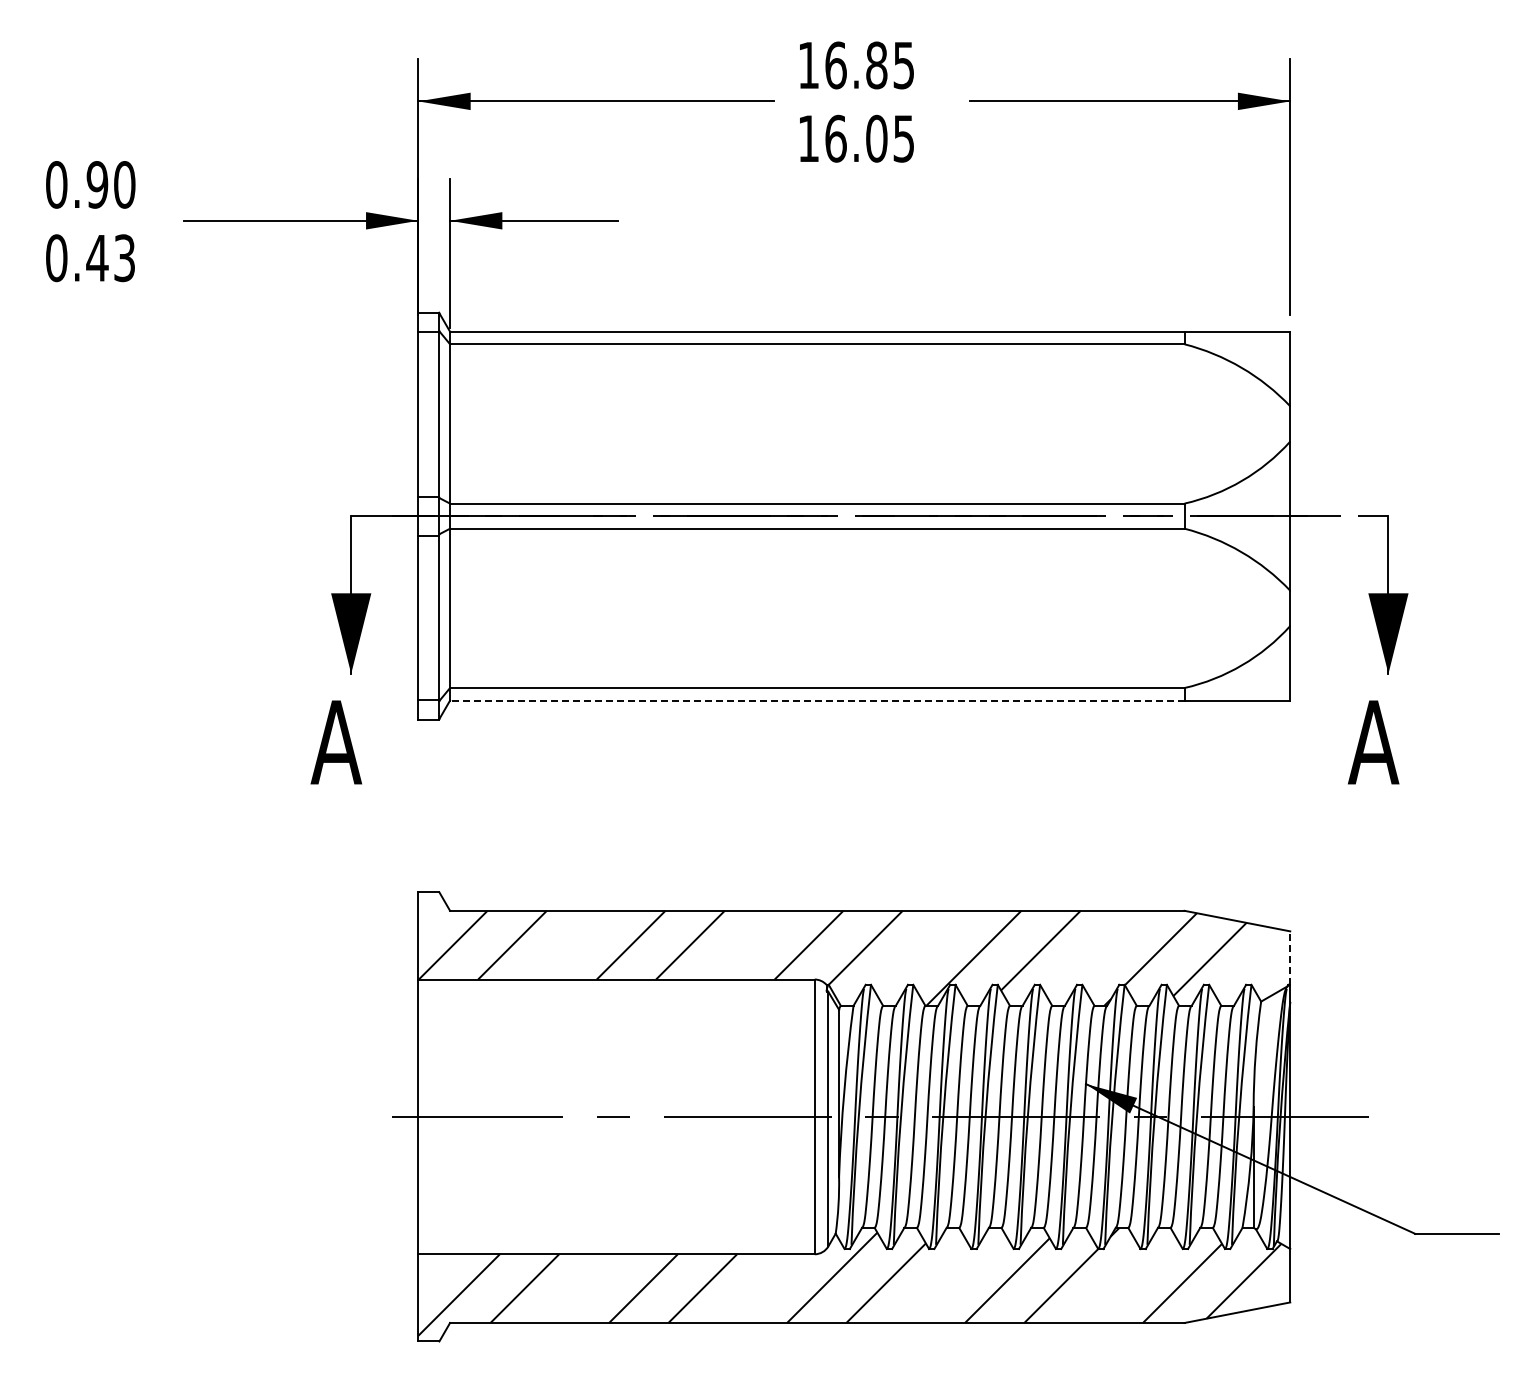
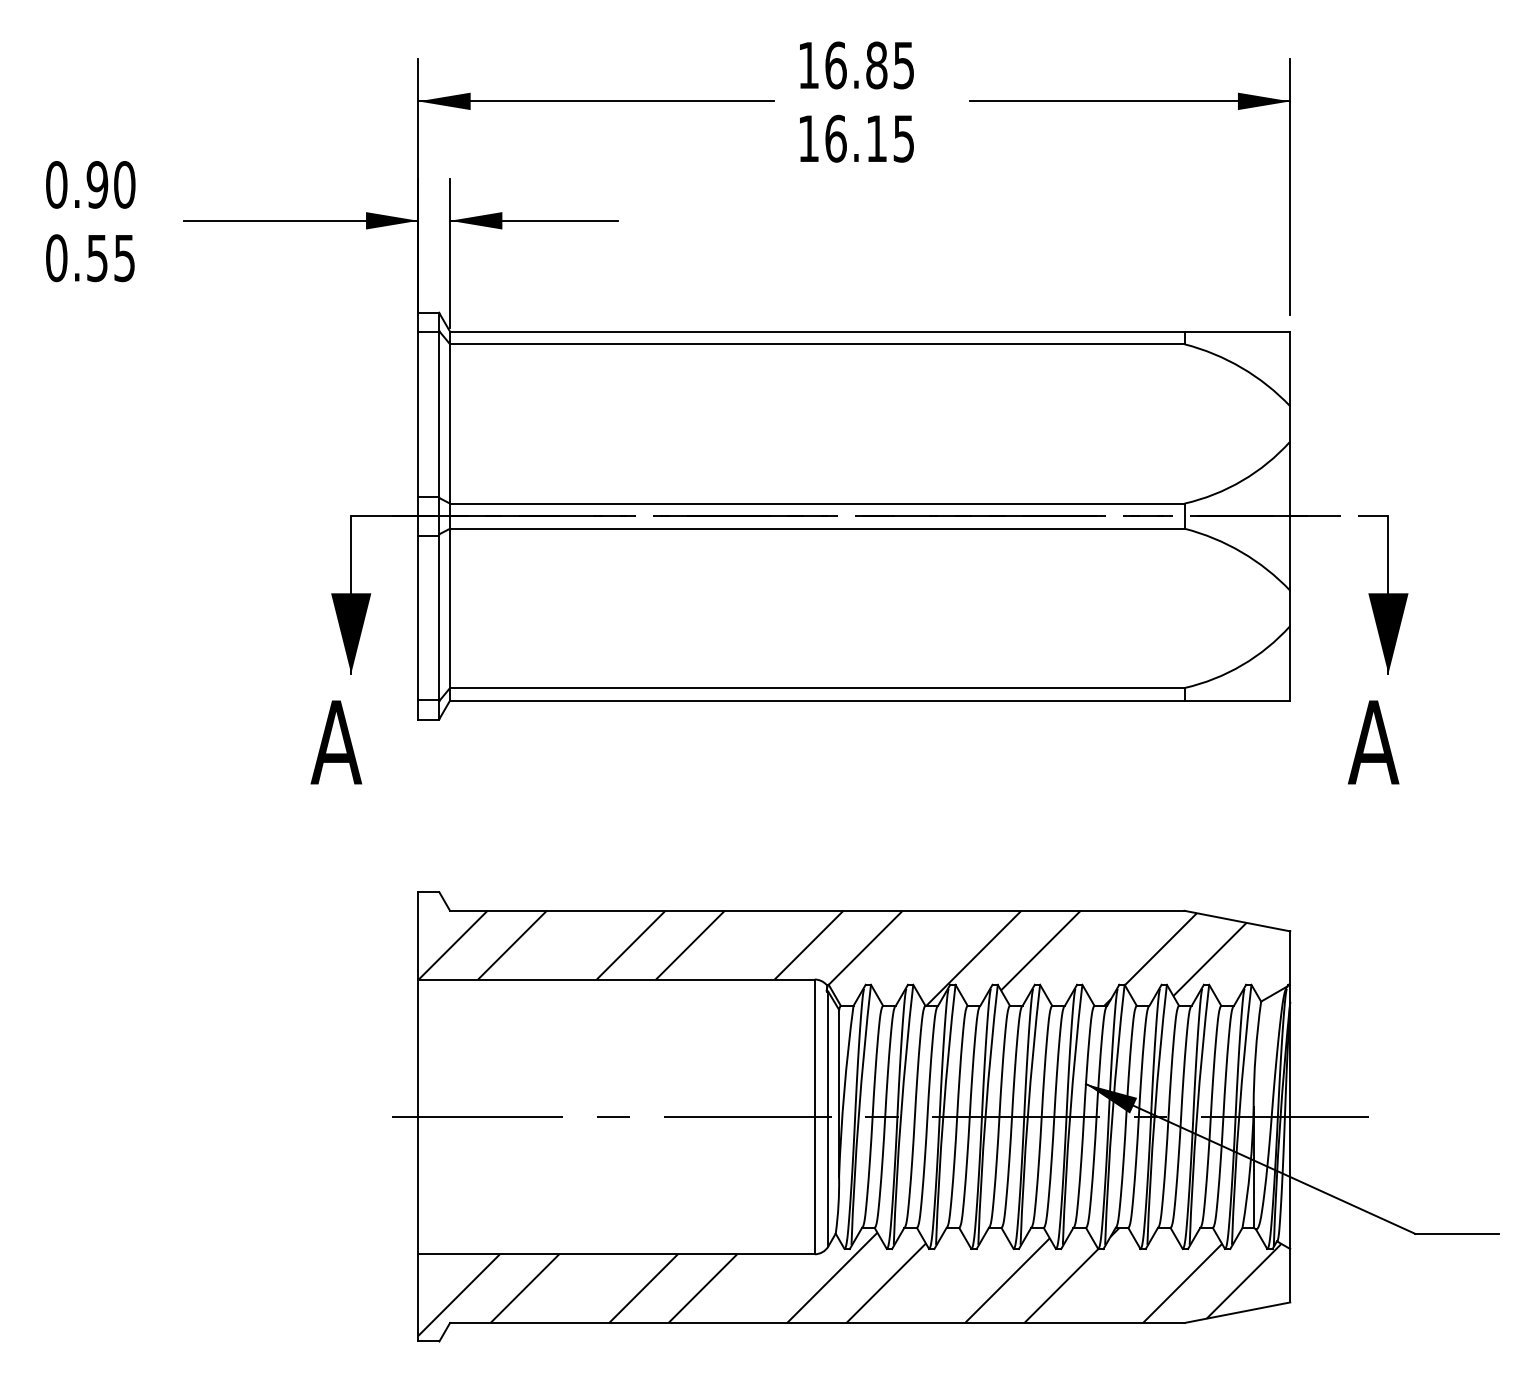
text at (876, 138): 16.05 -> 16.15
text at (110, 258): 0.43 -> 0.55
line at (816, 700): dashed -> solid
line at (1290, 958): dashed -> solid
